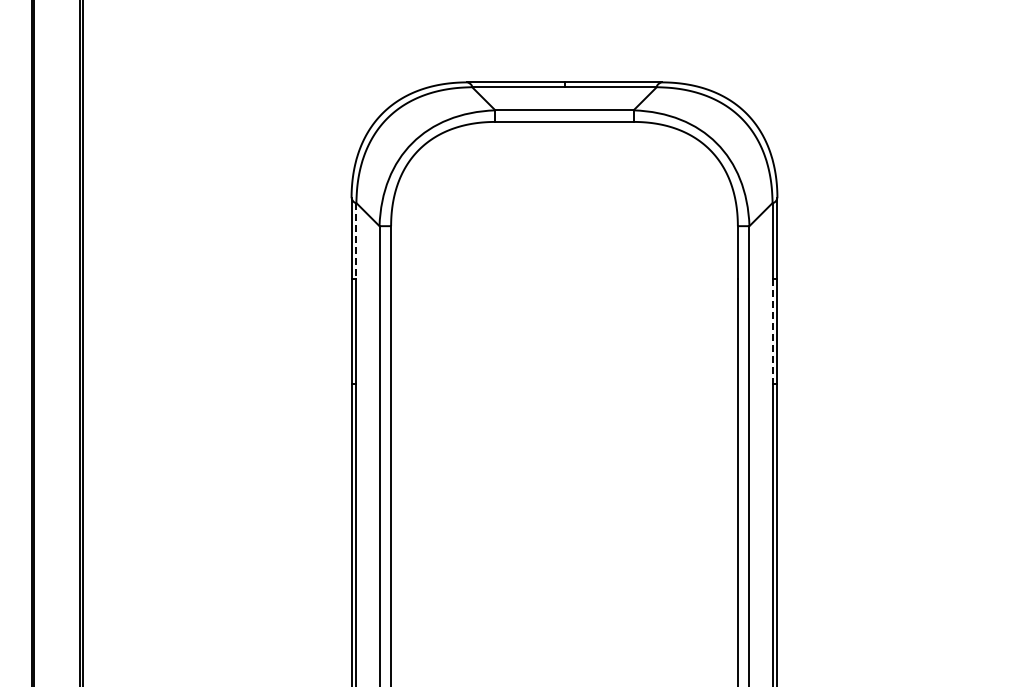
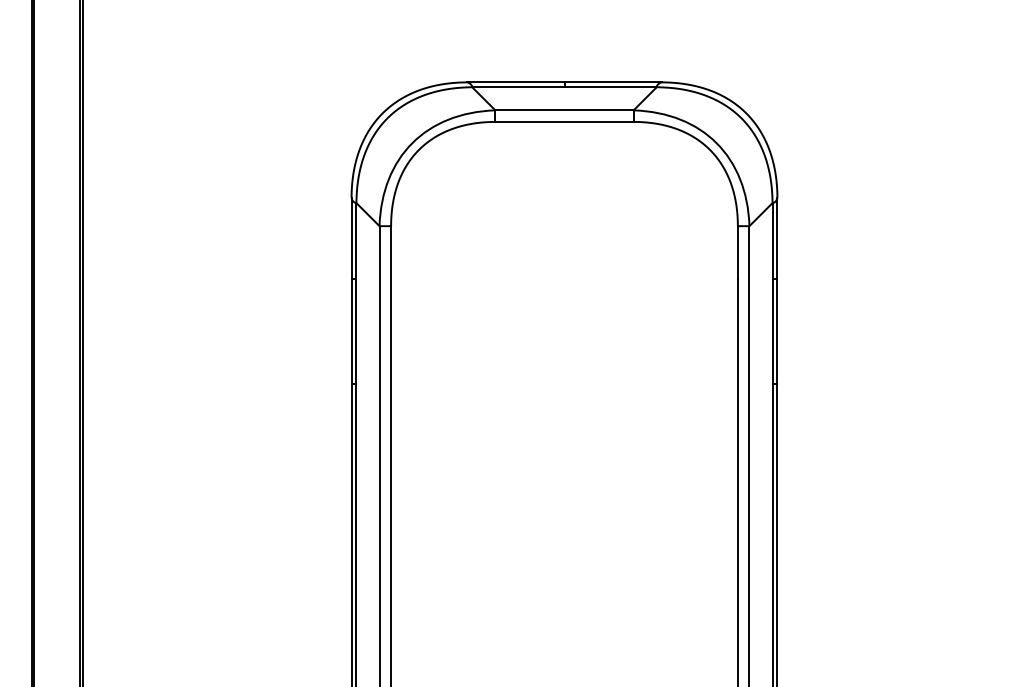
line at (356, 241): dashed -> solid
line at (772, 332): dashed -> solid
